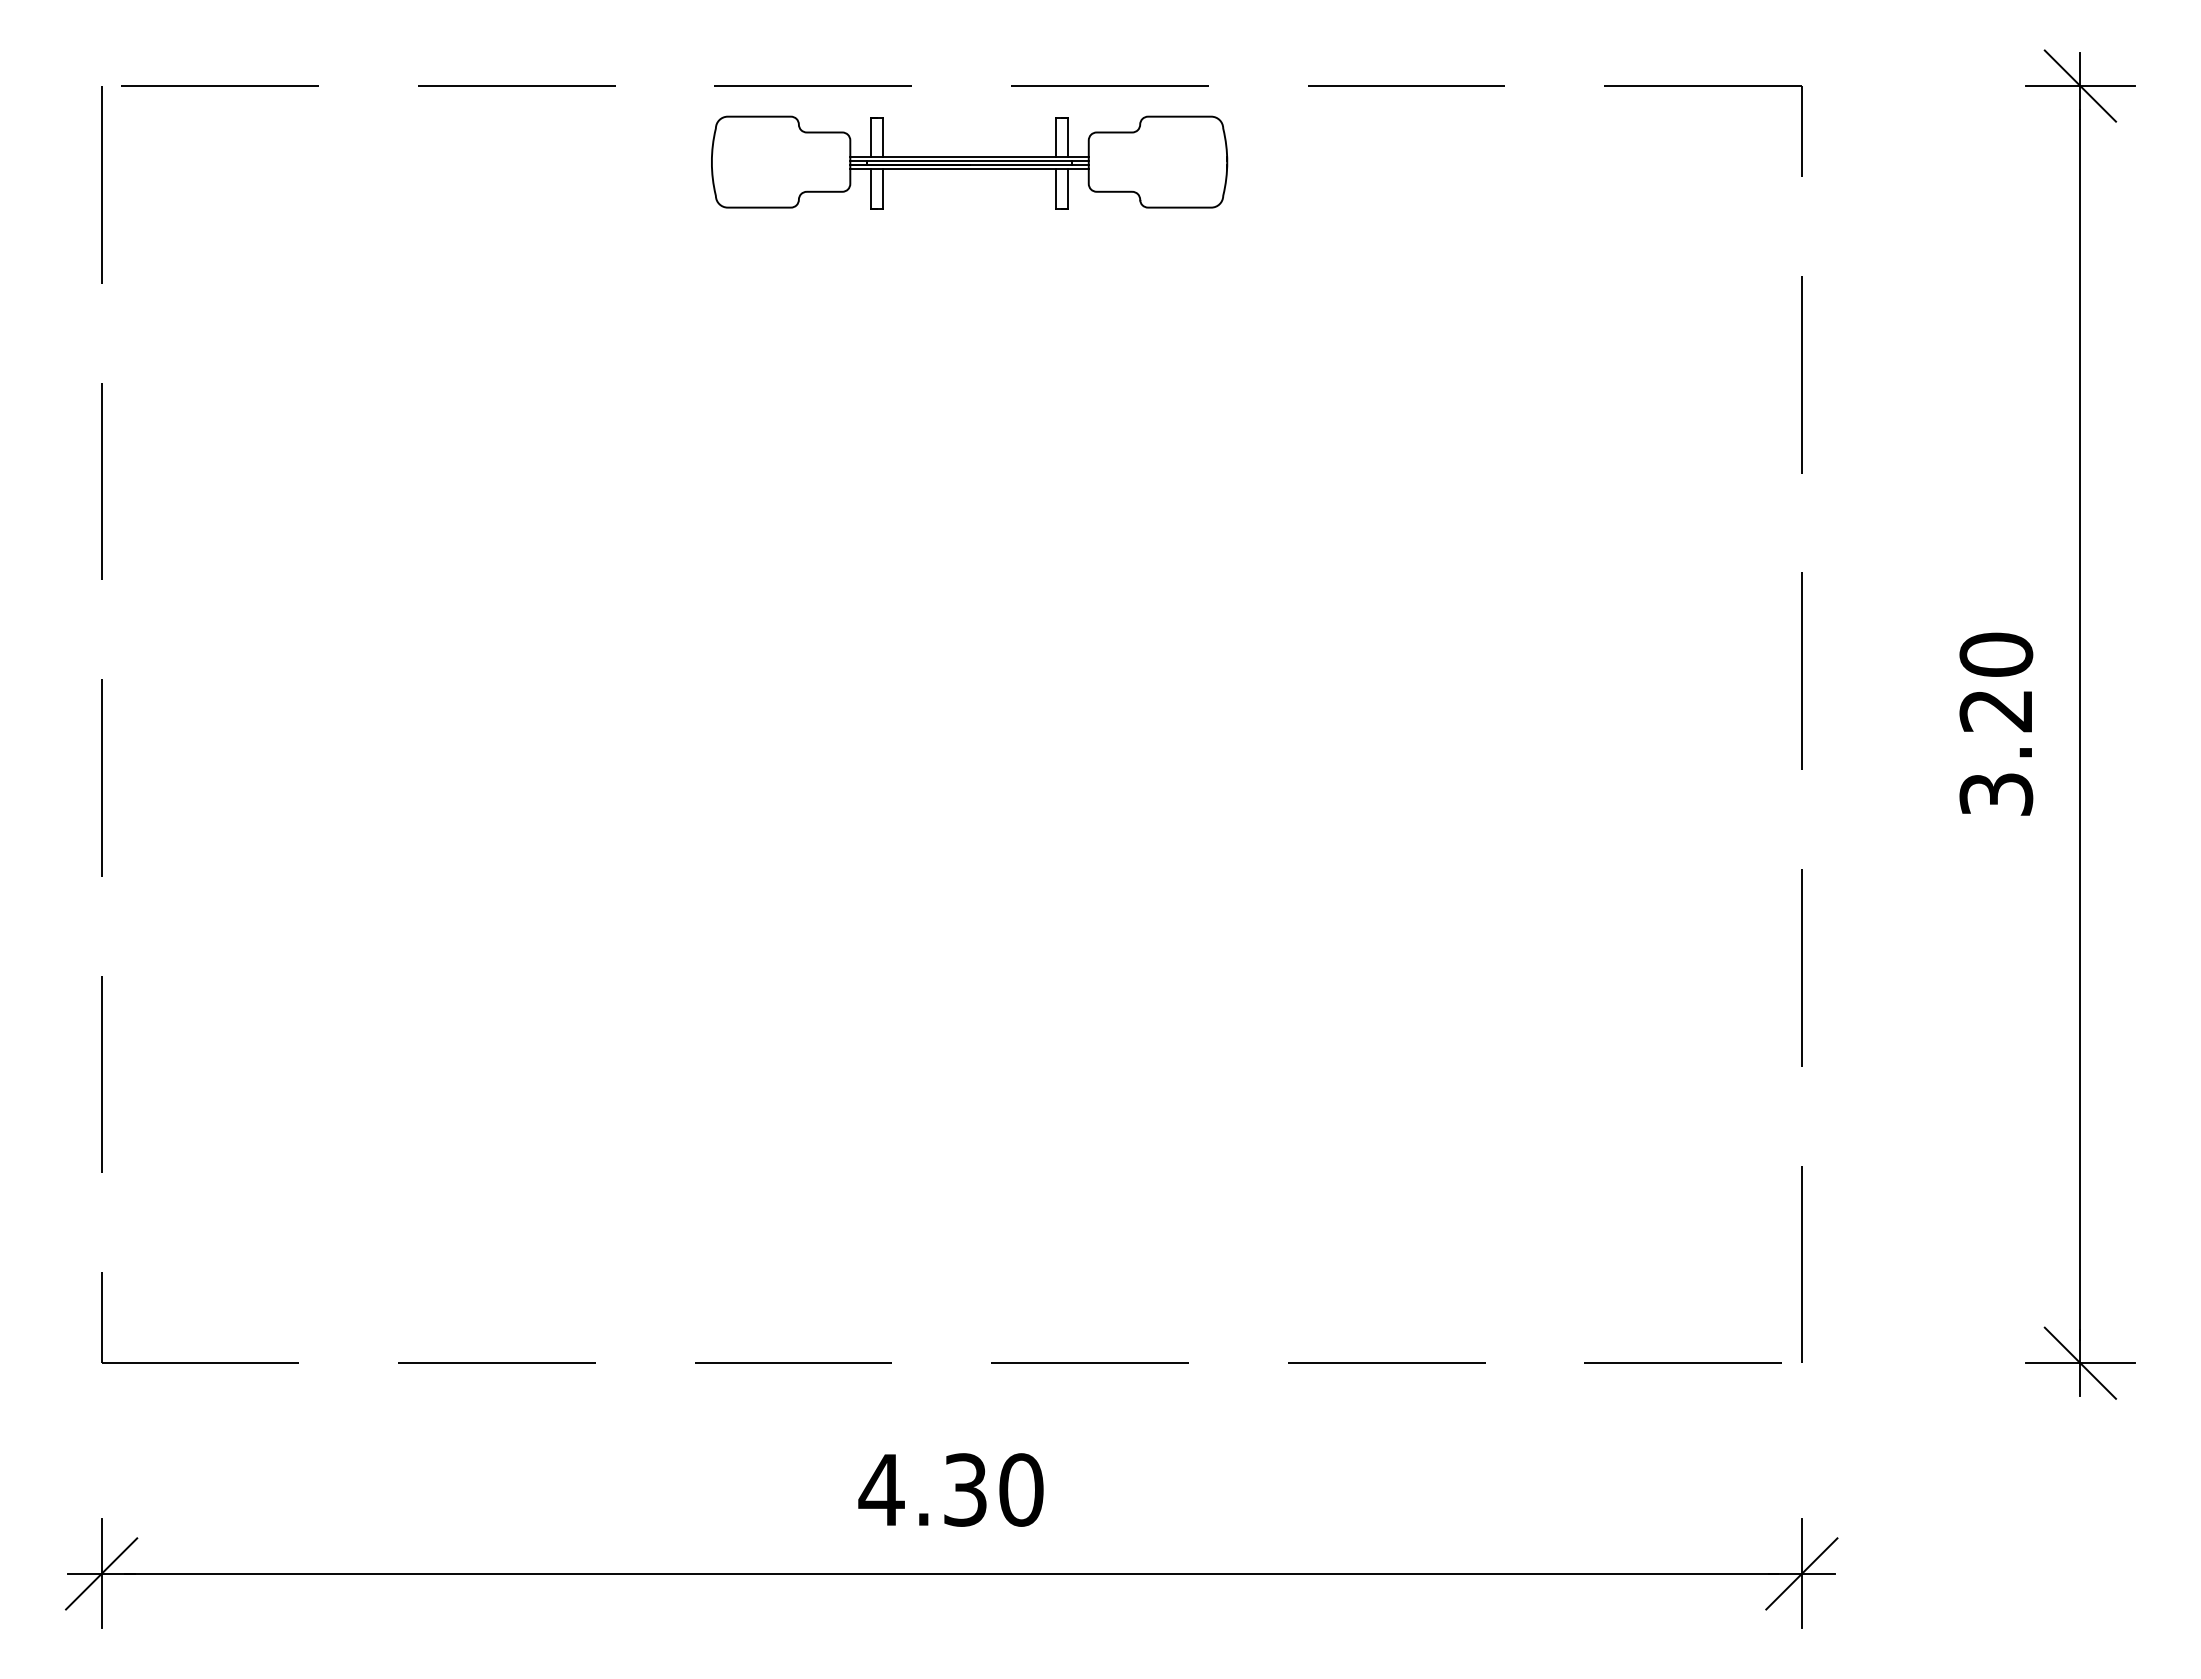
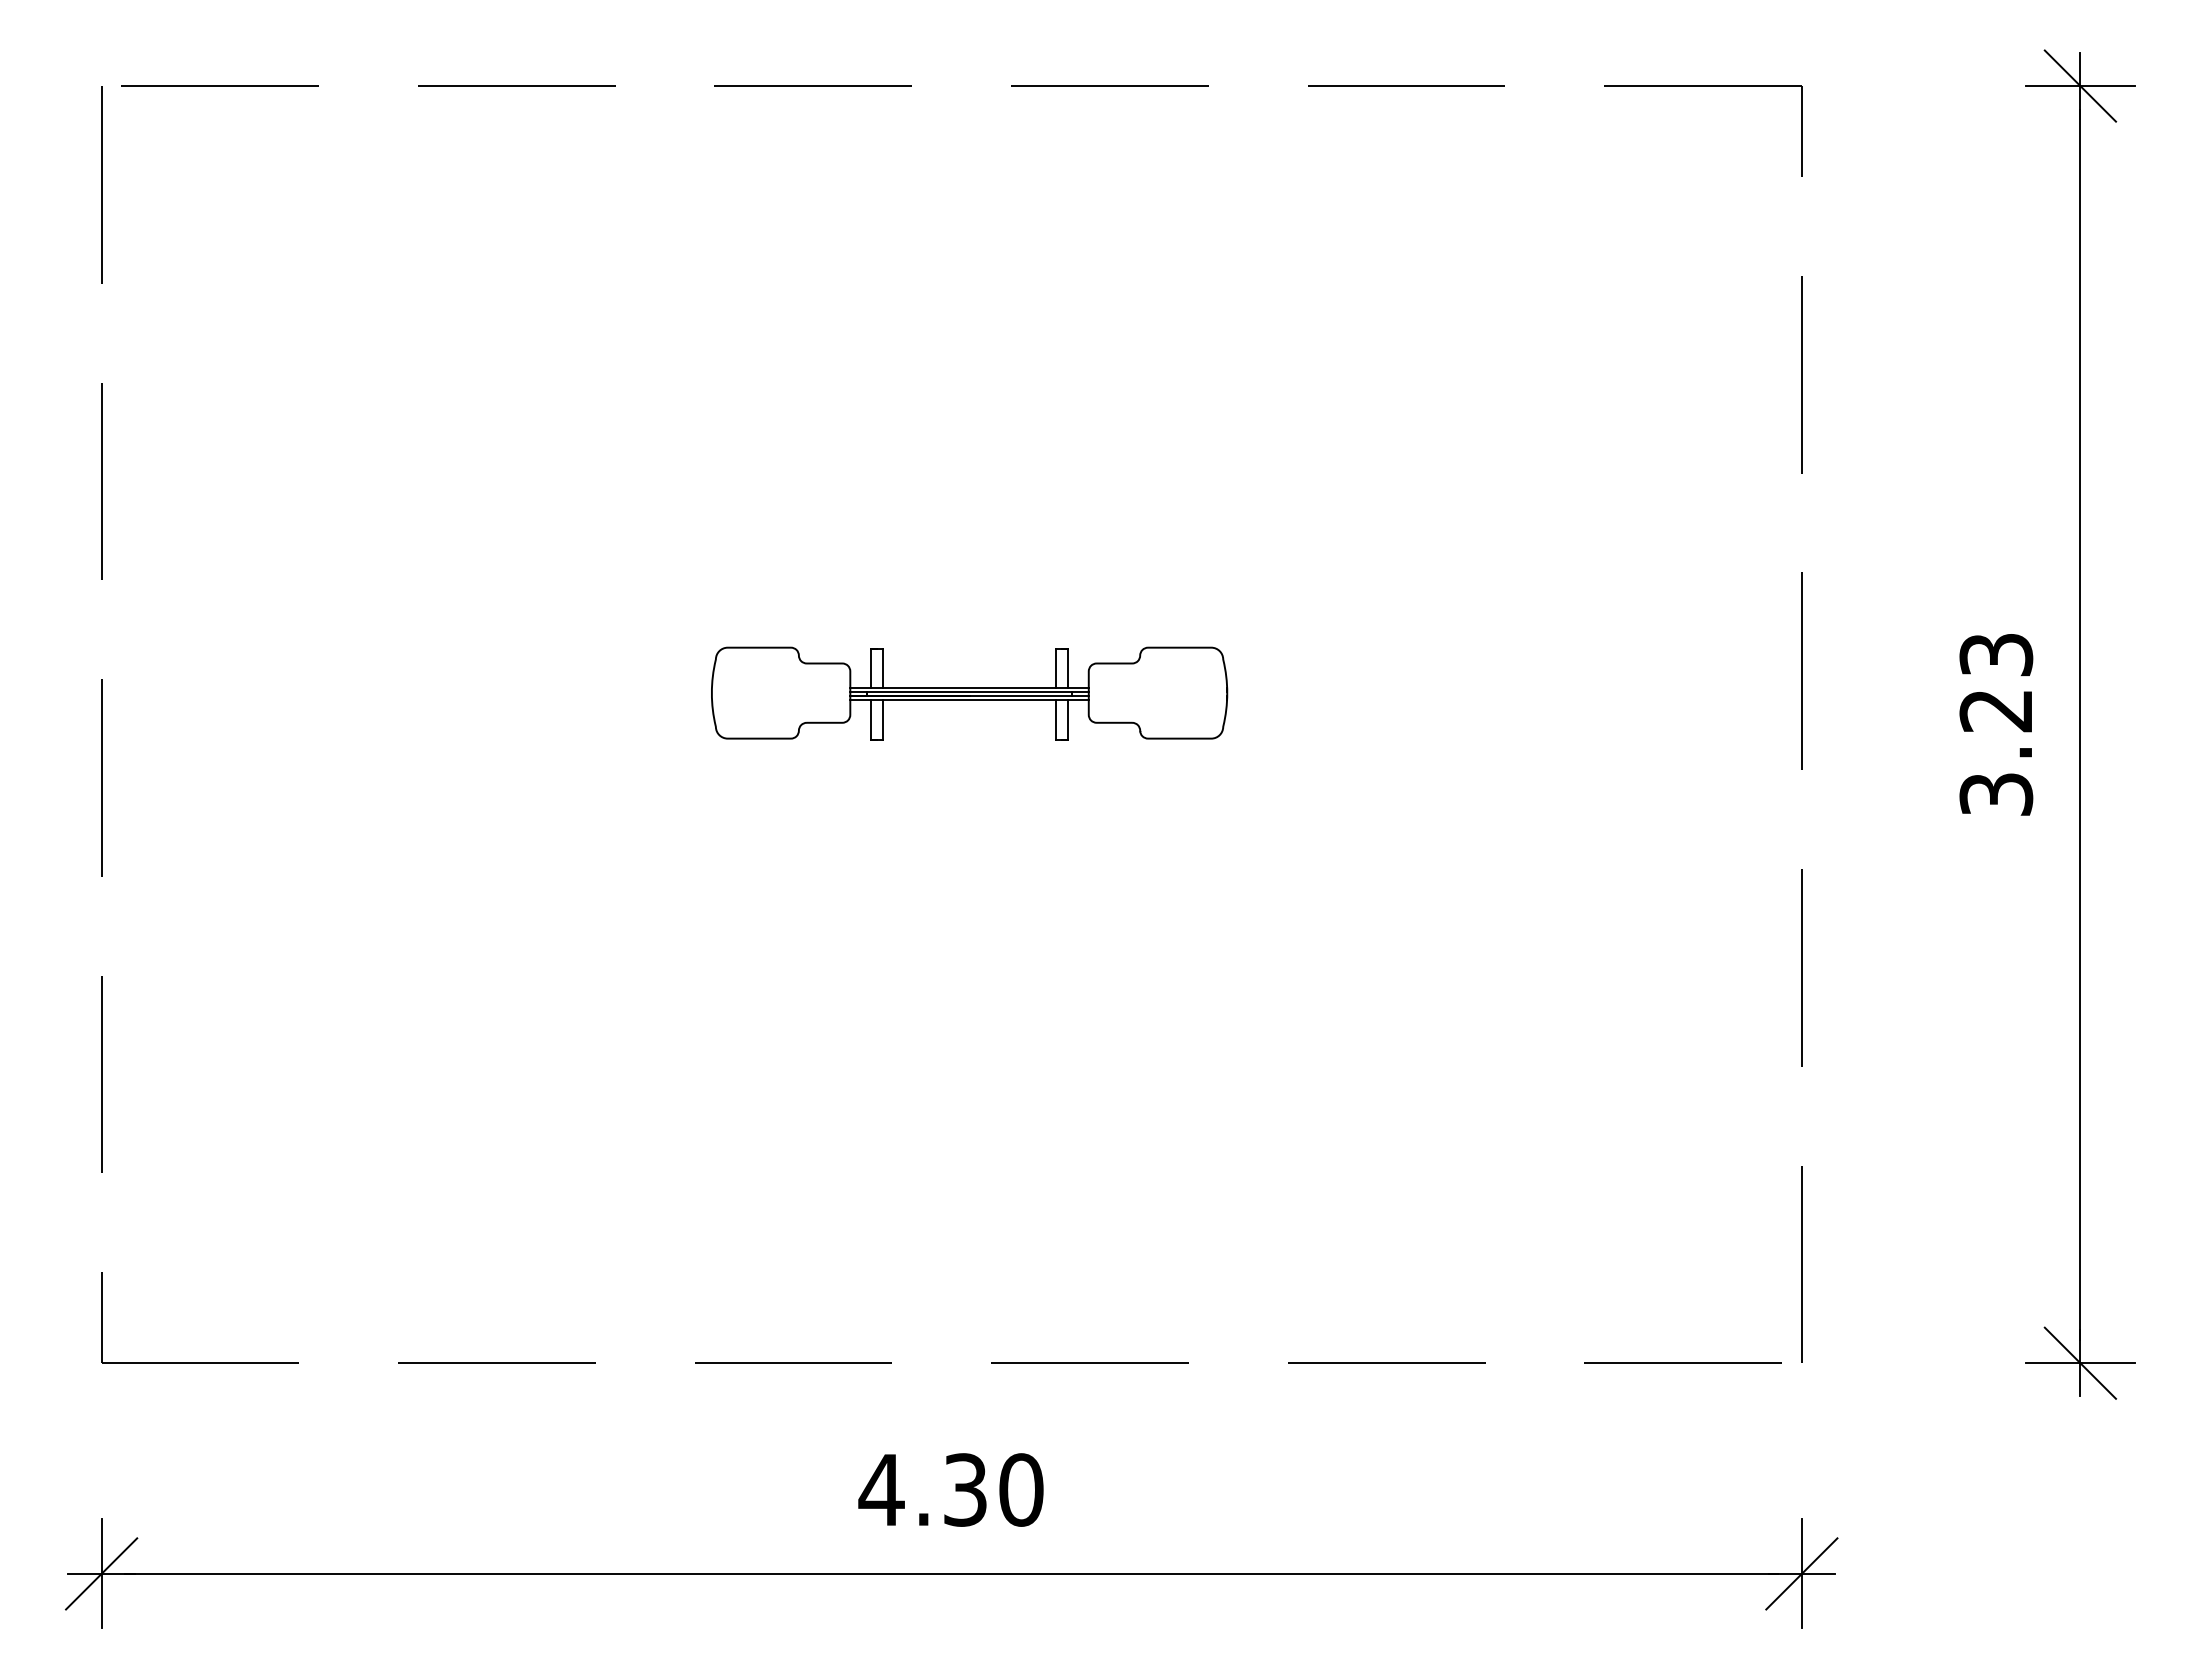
part at (969, 162) position: (969, 162) -> (969, 693)
text at (1996, 654): 3.20 -> 3.23
